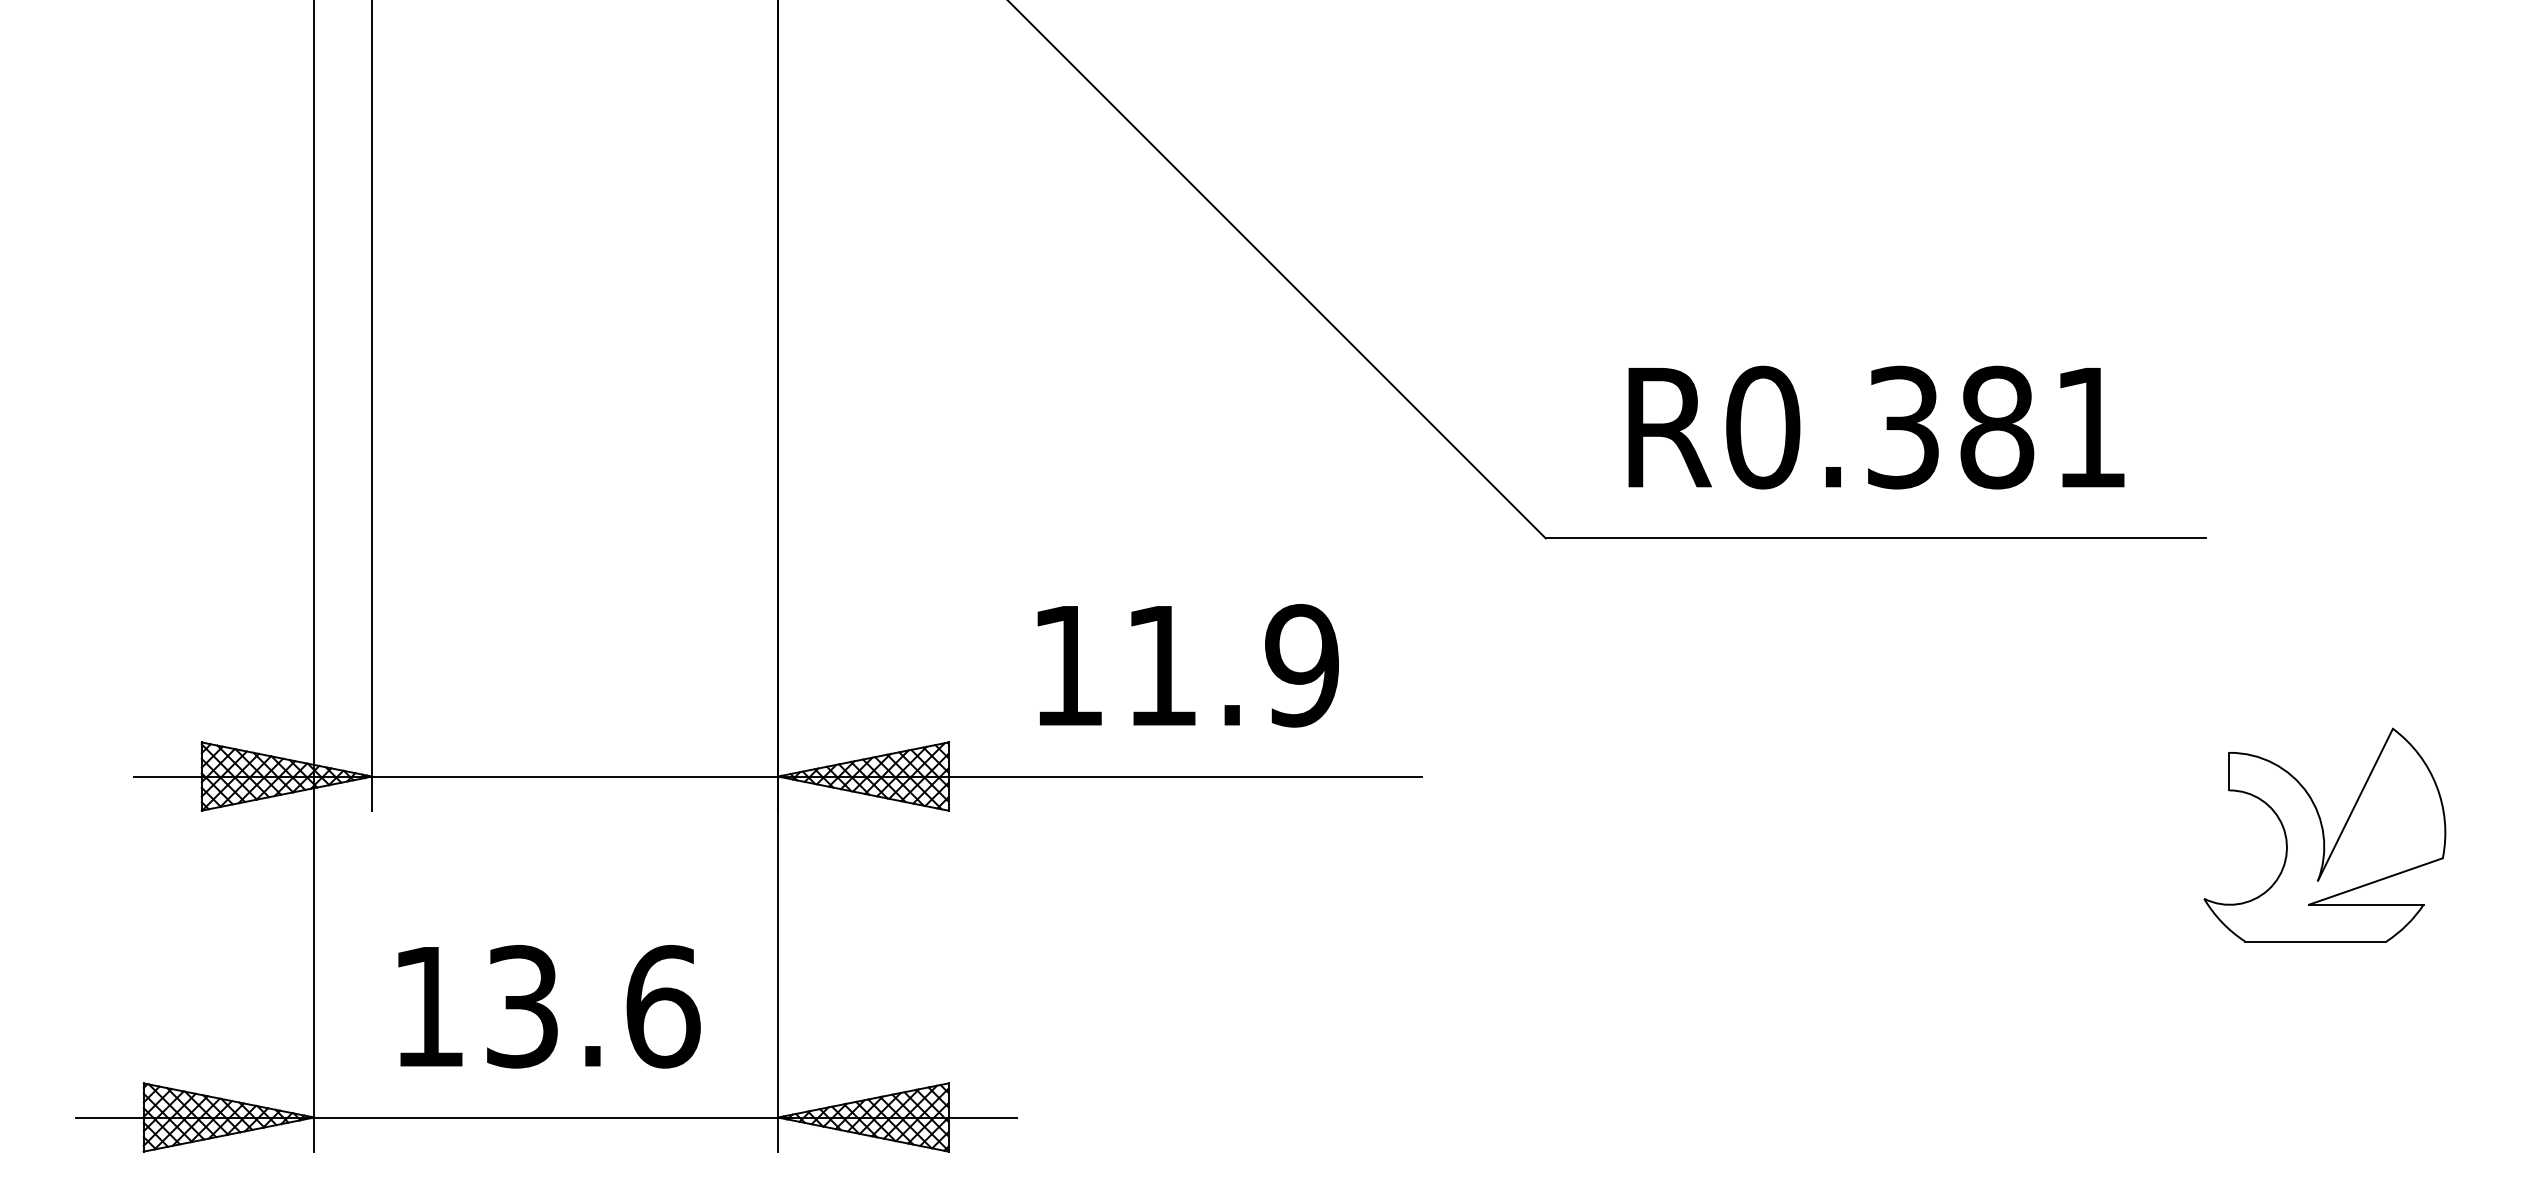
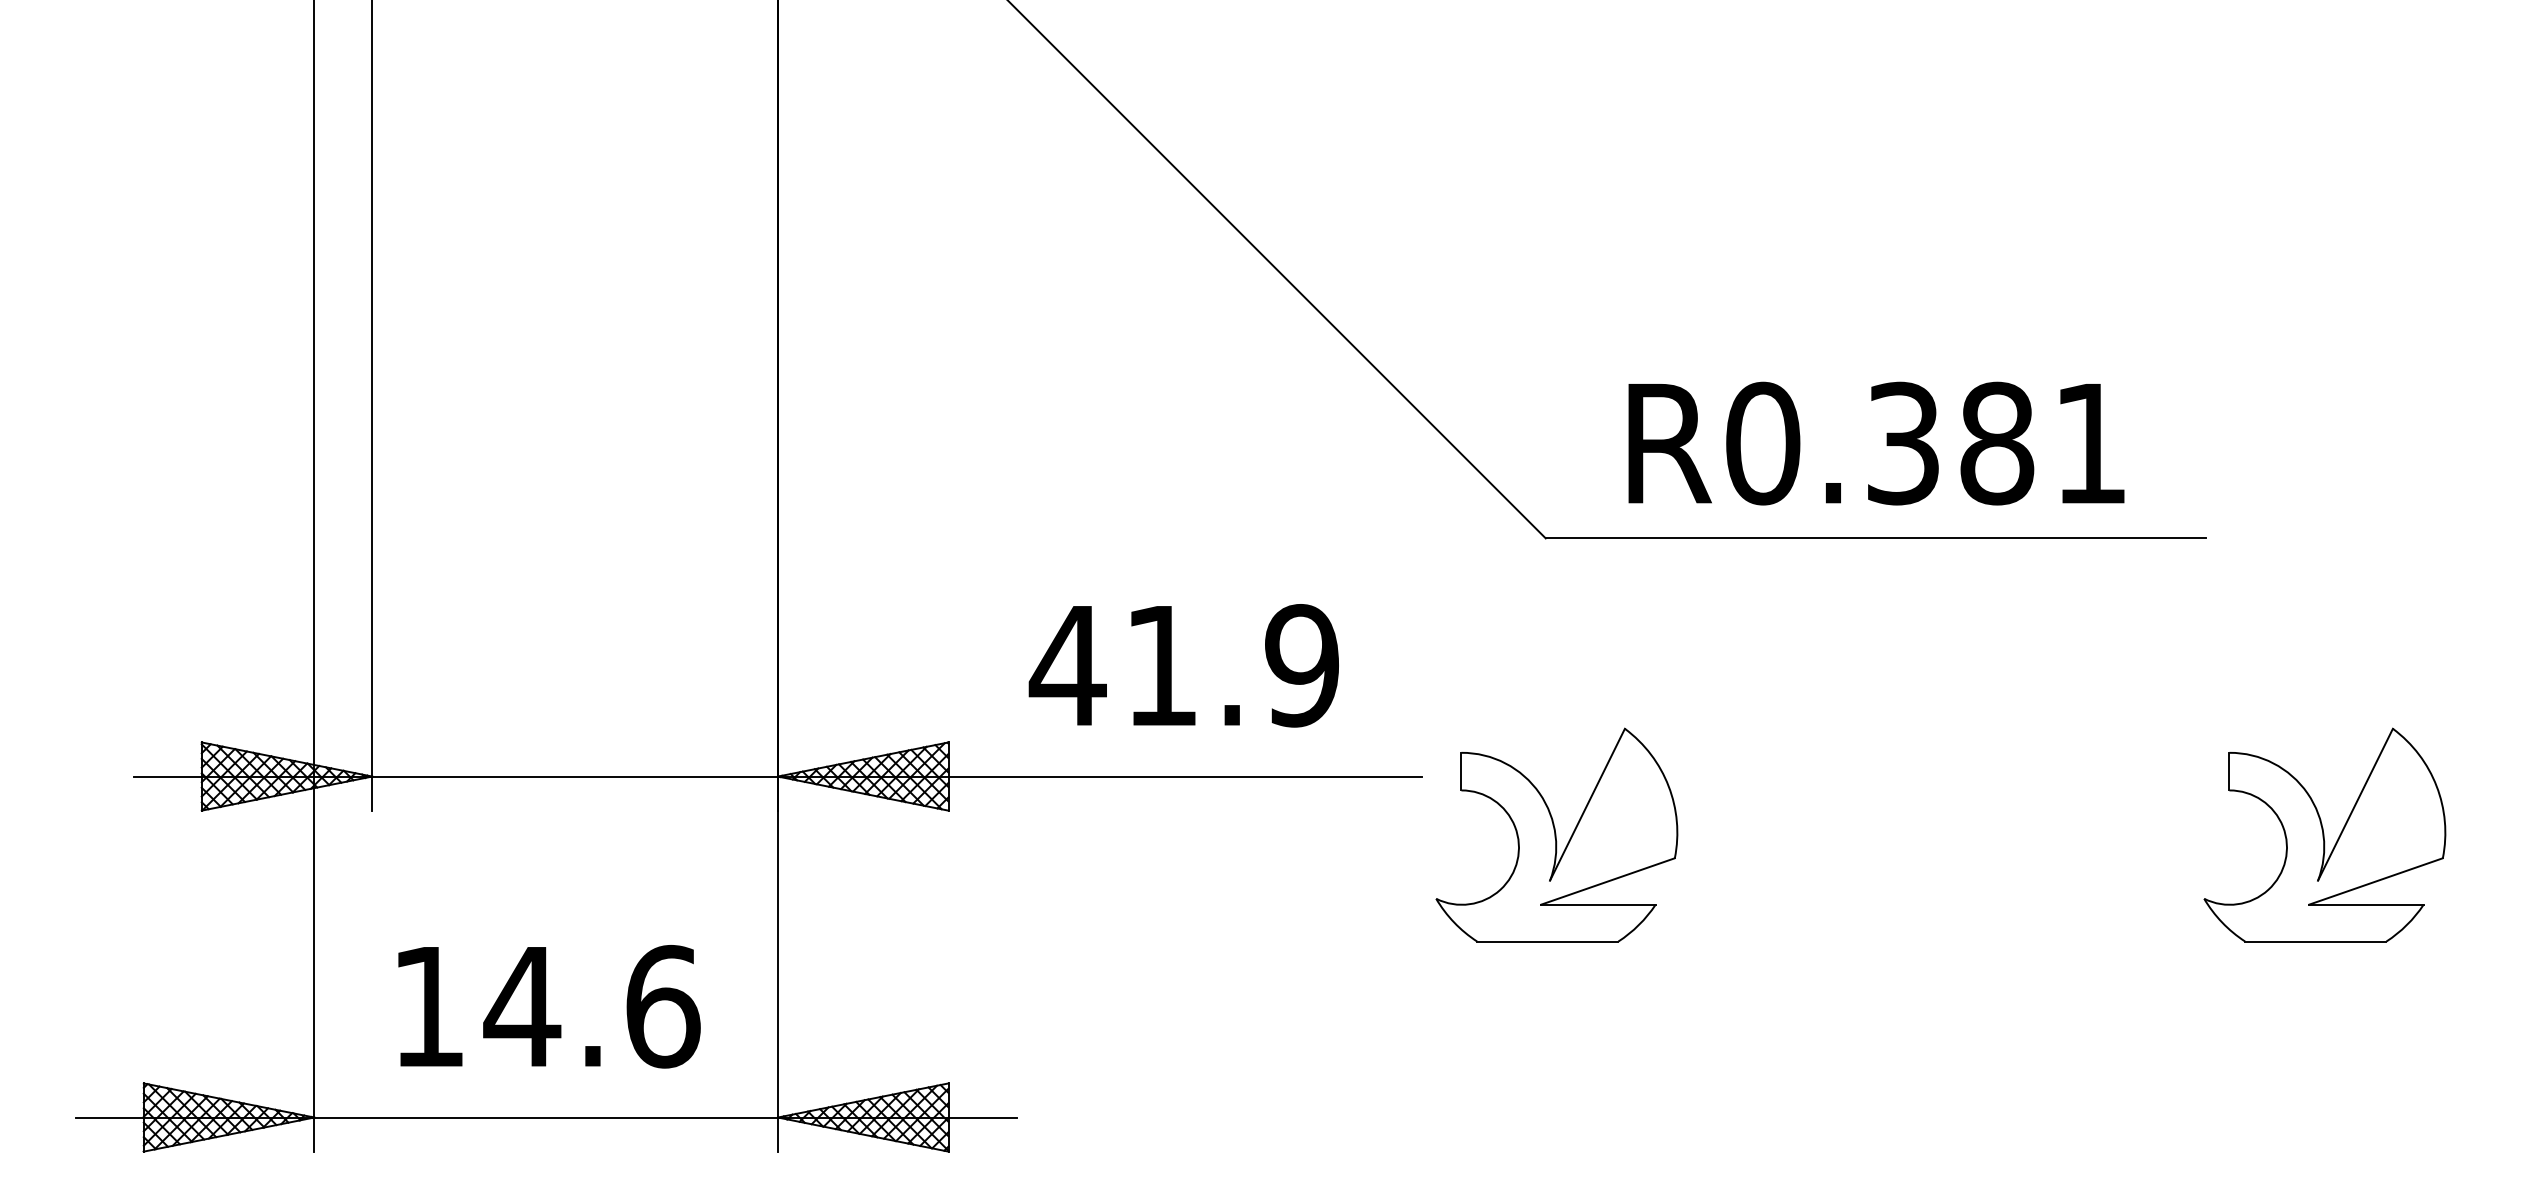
text at (1876, 427) position: (1876, 427) -> (1876, 443)
text at (1067, 665): 11.9 -> 41.9
part at (1556, 834): none -> present
text at (522, 1006): 13.6 -> 14.6
